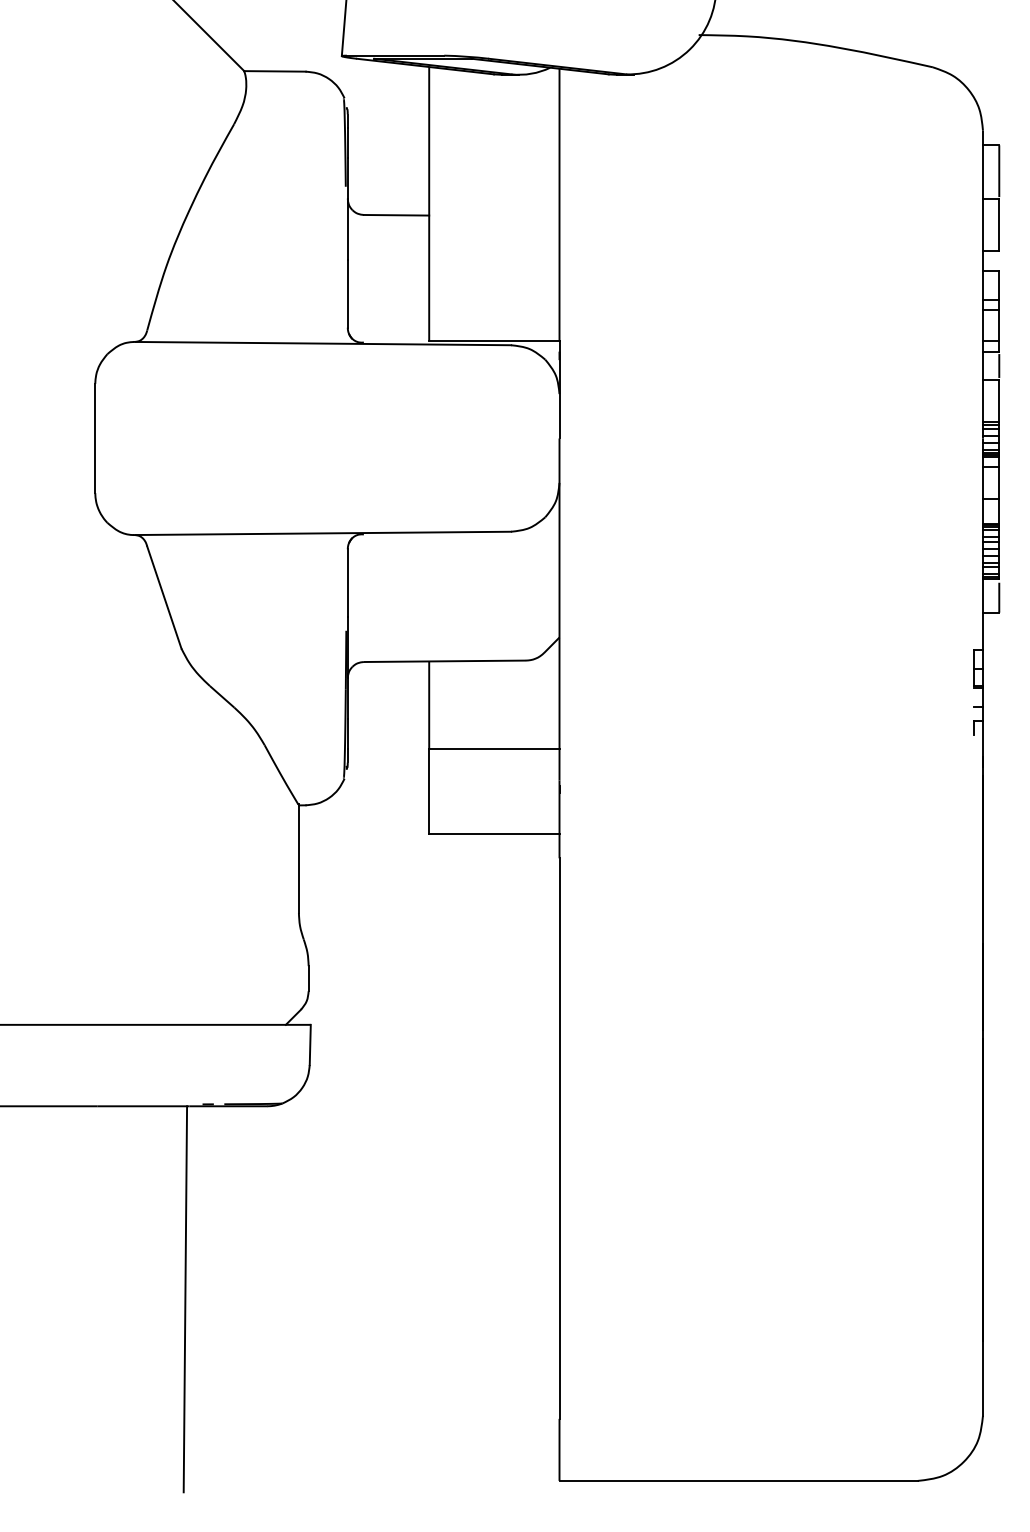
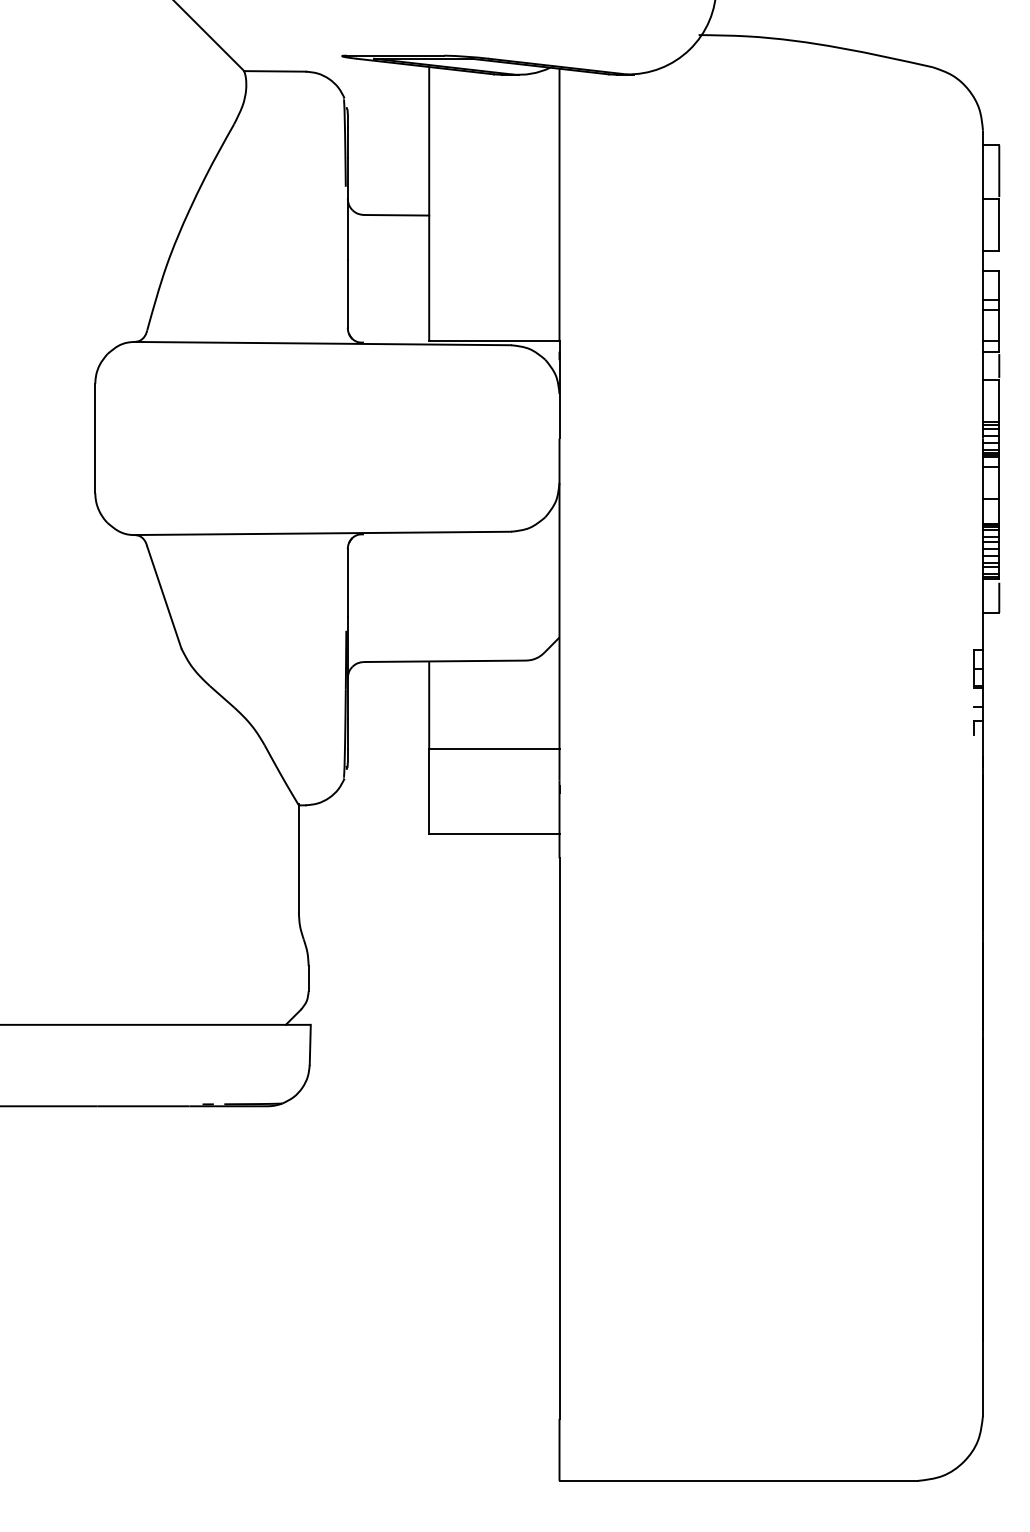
line at (343, 29): present -> none
line at (185, 1299): present -> none
